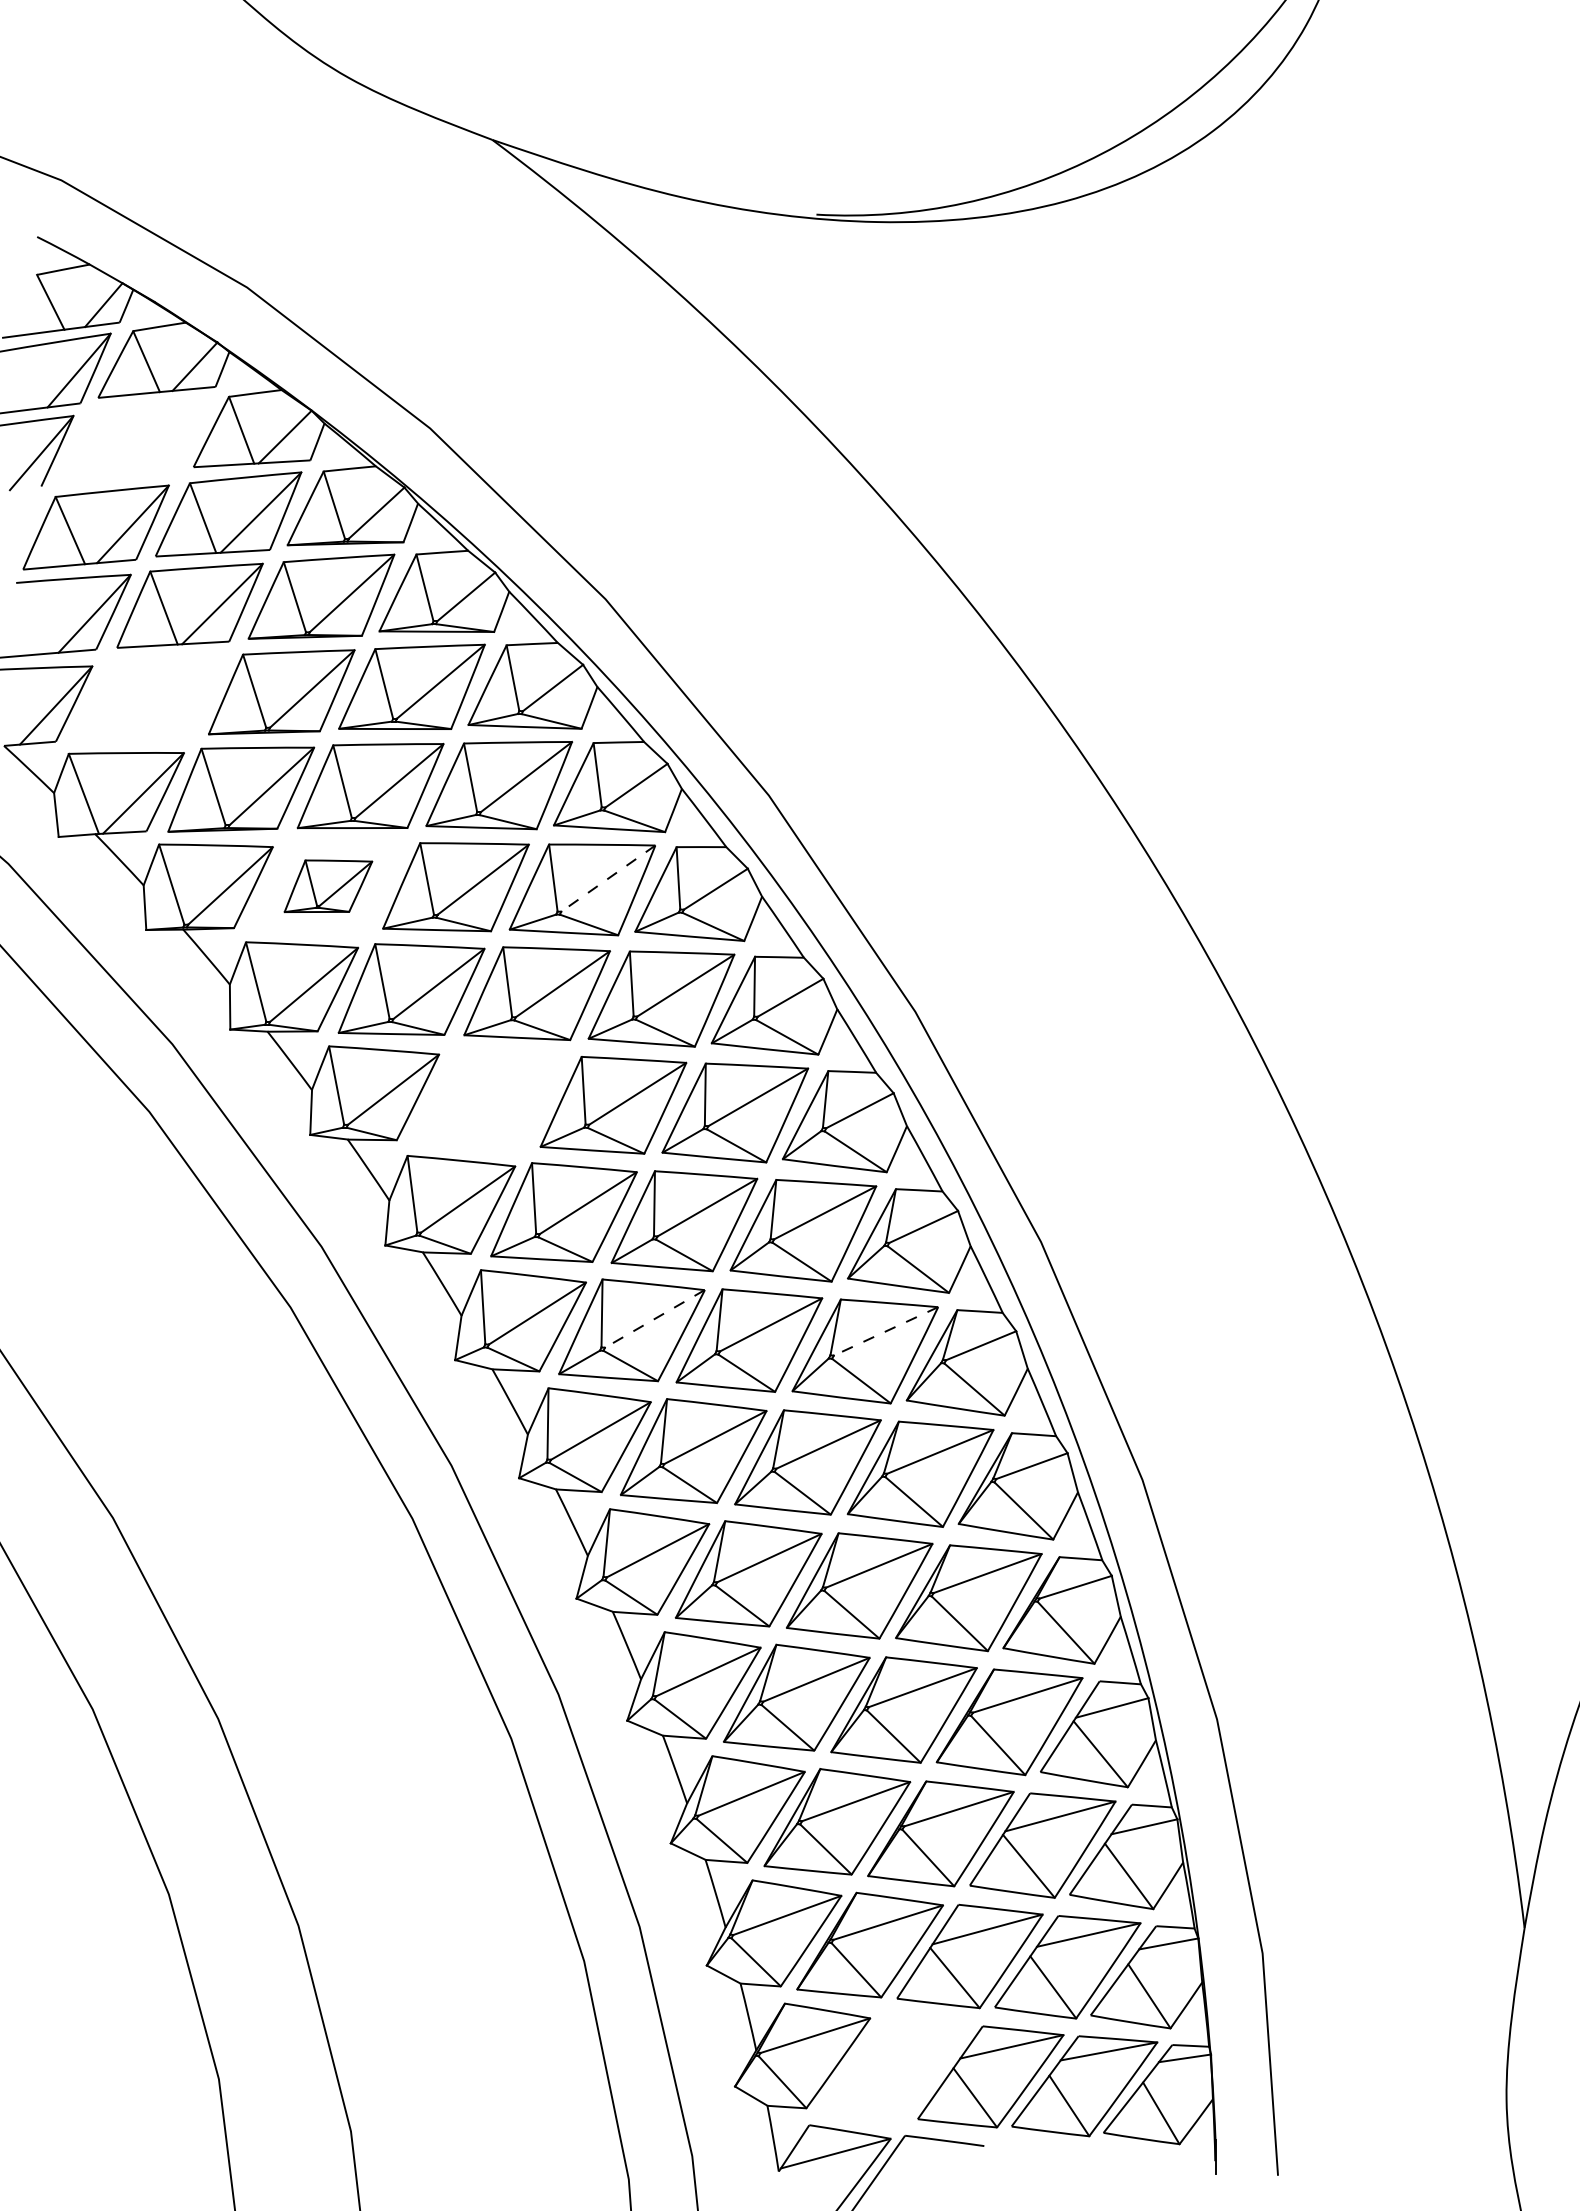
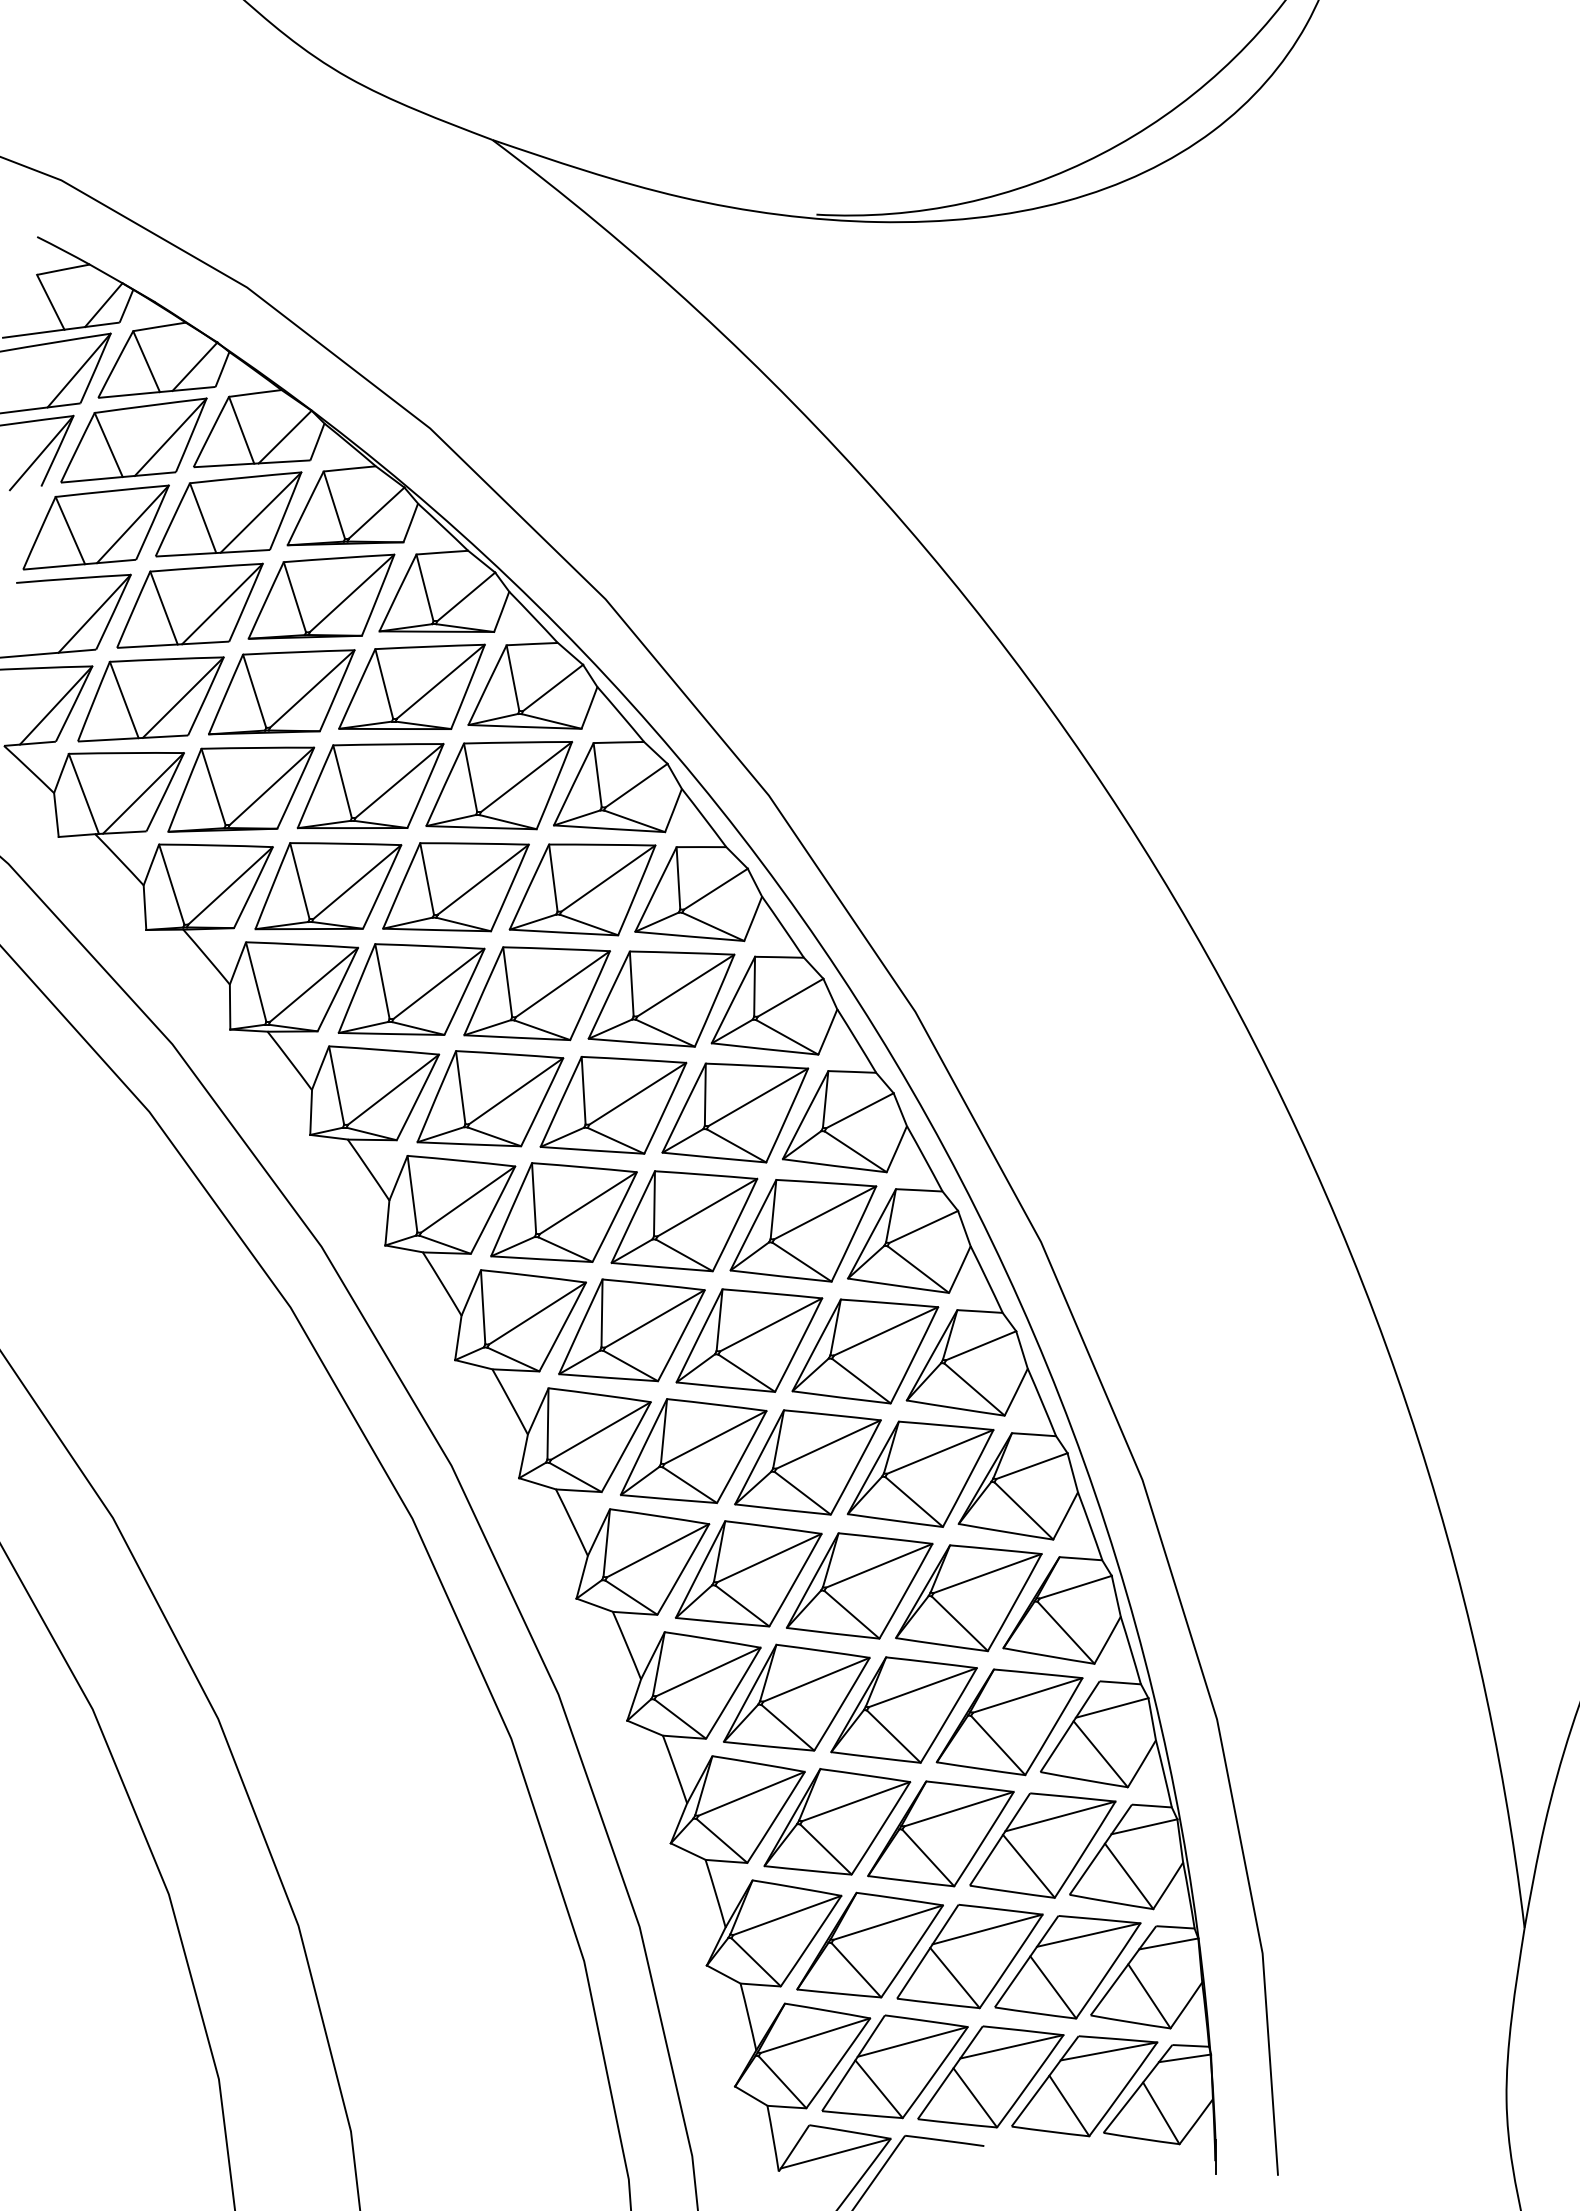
part at (133, 440): none -> present
part at (150, 699): none -> present
line at (608, 878): dashed -> solid
part at (328, 885) size: 91x54 px -> 149x89 px
part at (490, 1098): none -> present
line at (654, 1318): dashed -> solid
line at (885, 1331): dashed -> solid
part at (894, 2066): none -> present
